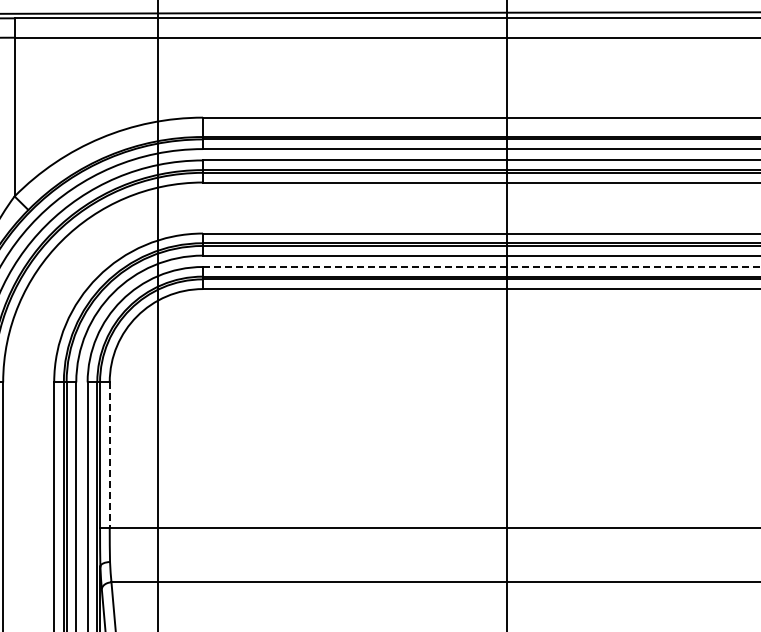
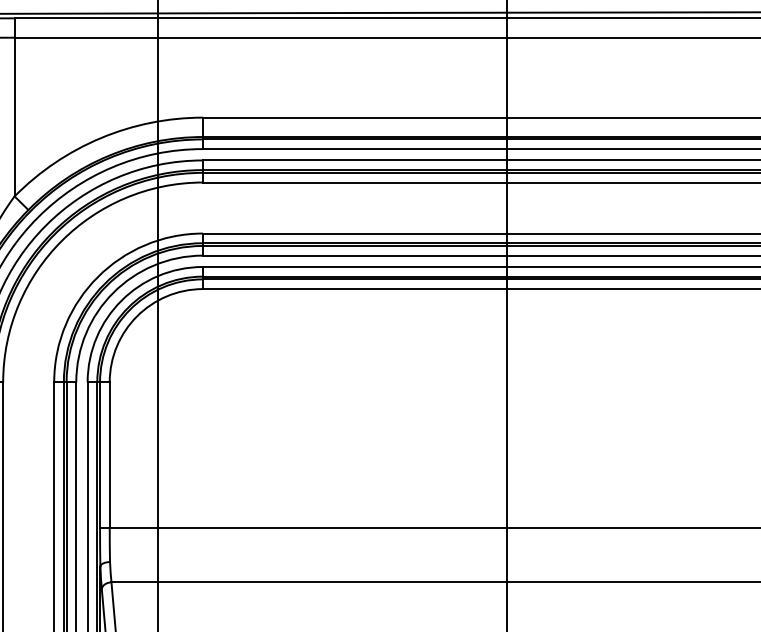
line at (481, 266): dashed -> solid
line at (109, 454): dashed -> solid
